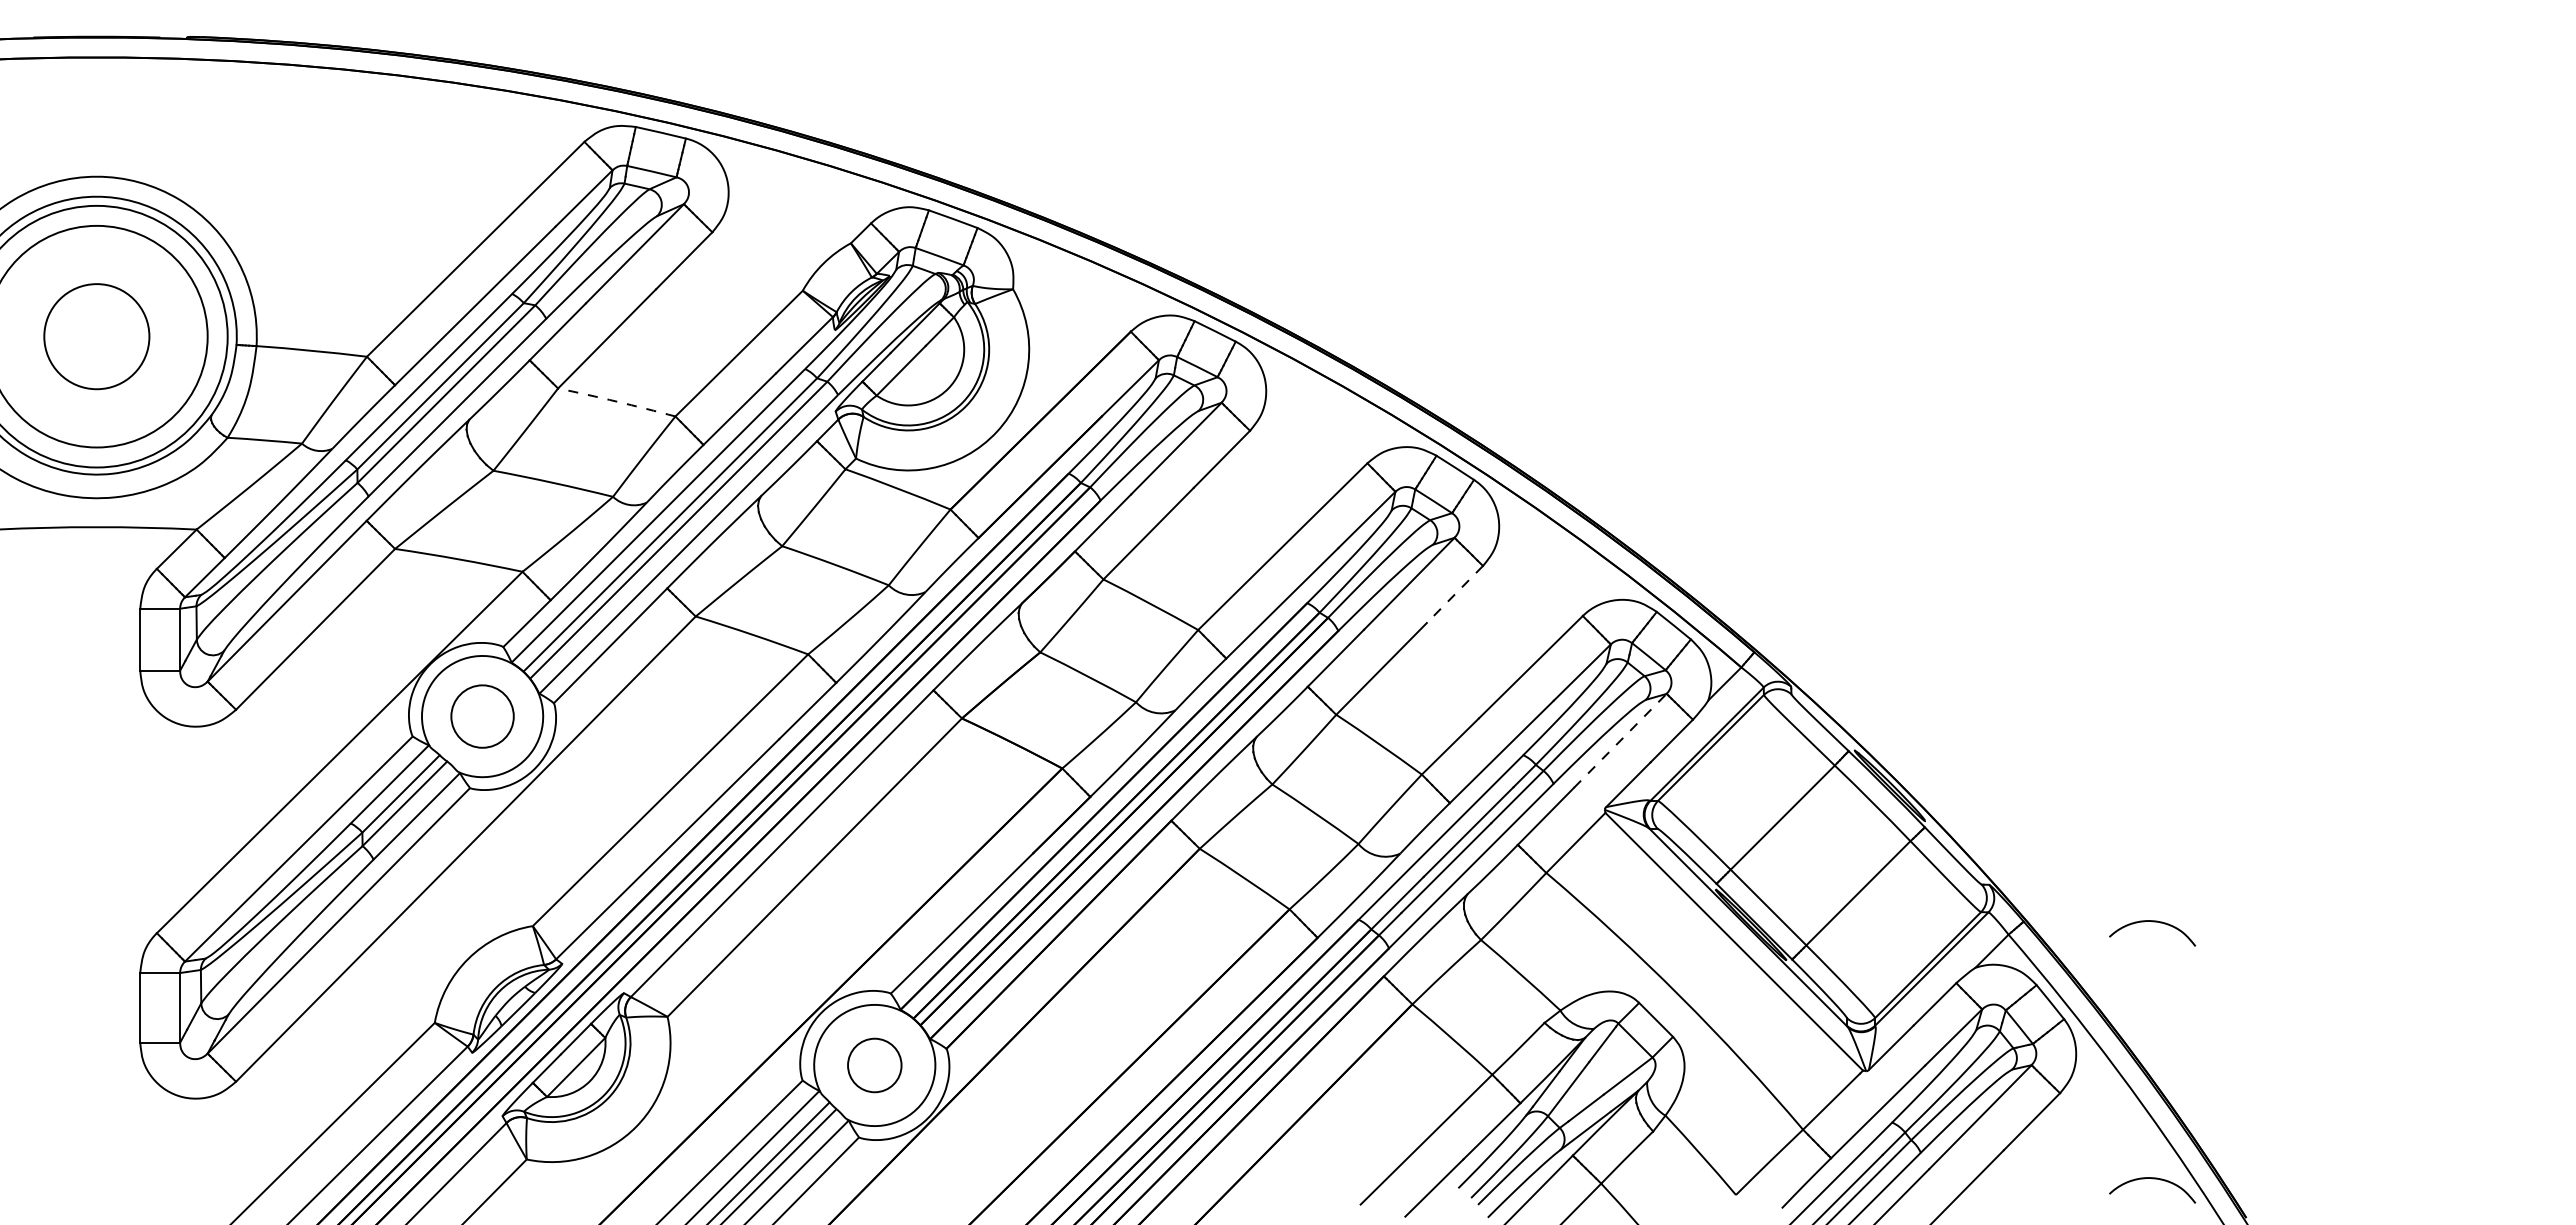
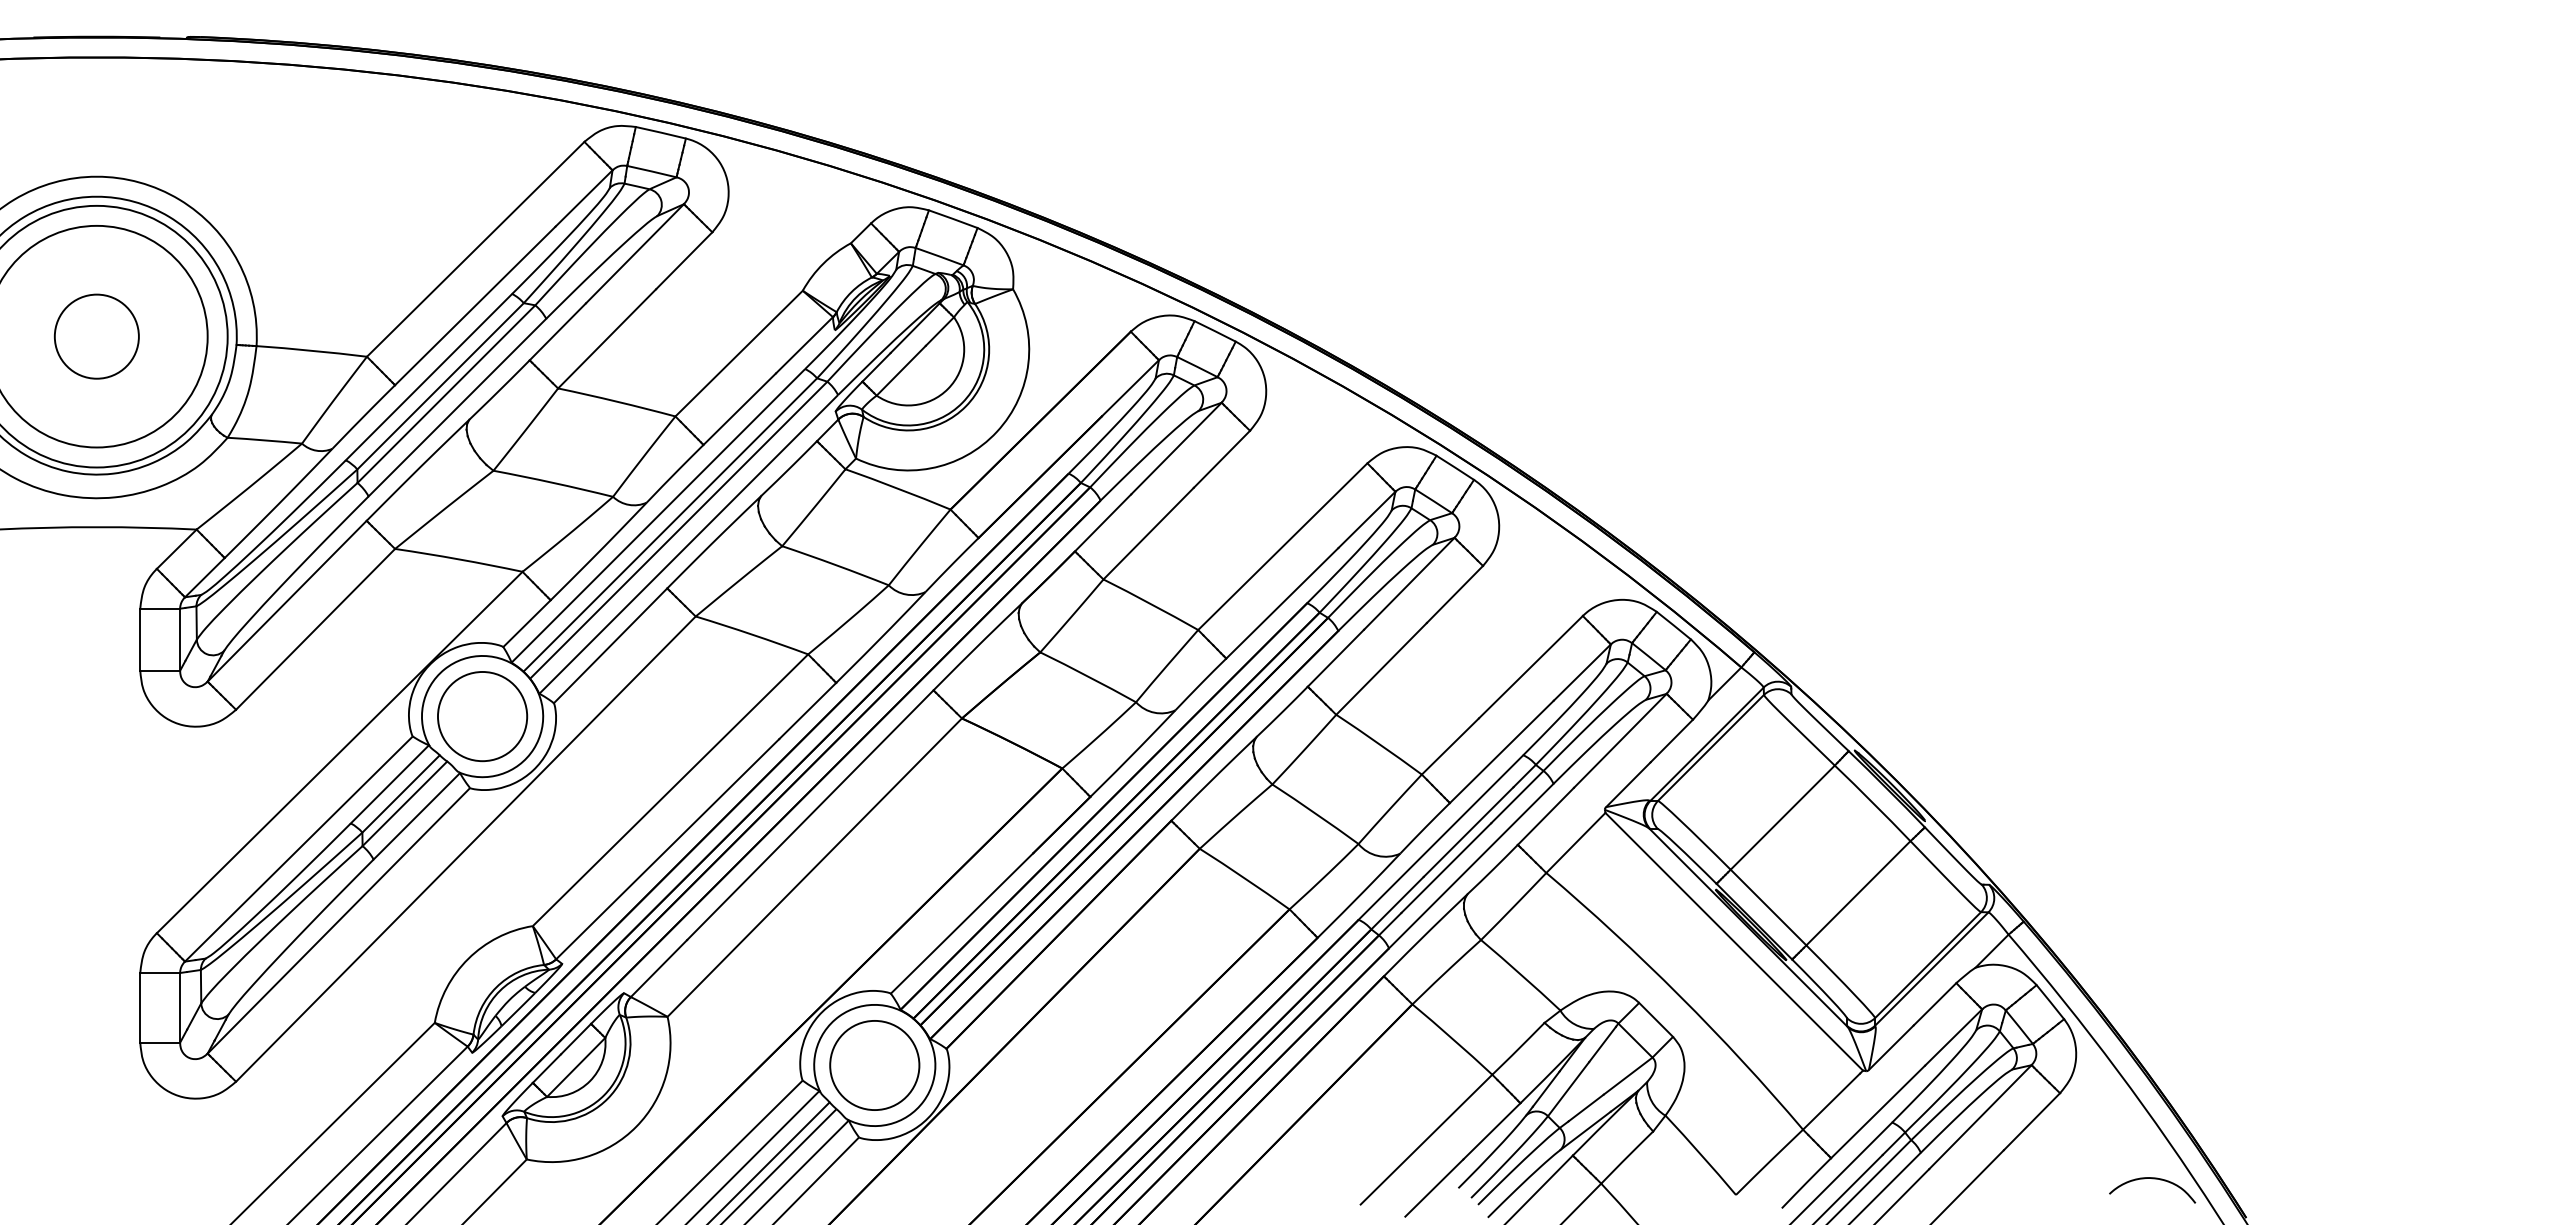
circle at (96, 336) diameter: 105 px -> 84 px
arc at (616, 401): dashed -> solid
line at (1454, 594): dashed -> solid
circle at (482, 716) diameter: 62 px -> 89 px
line at (1620, 740): dashed -> solid
curve at (2152, 922): present -> none
circle at (874, 1065) diameter: 54 px -> 89 px
